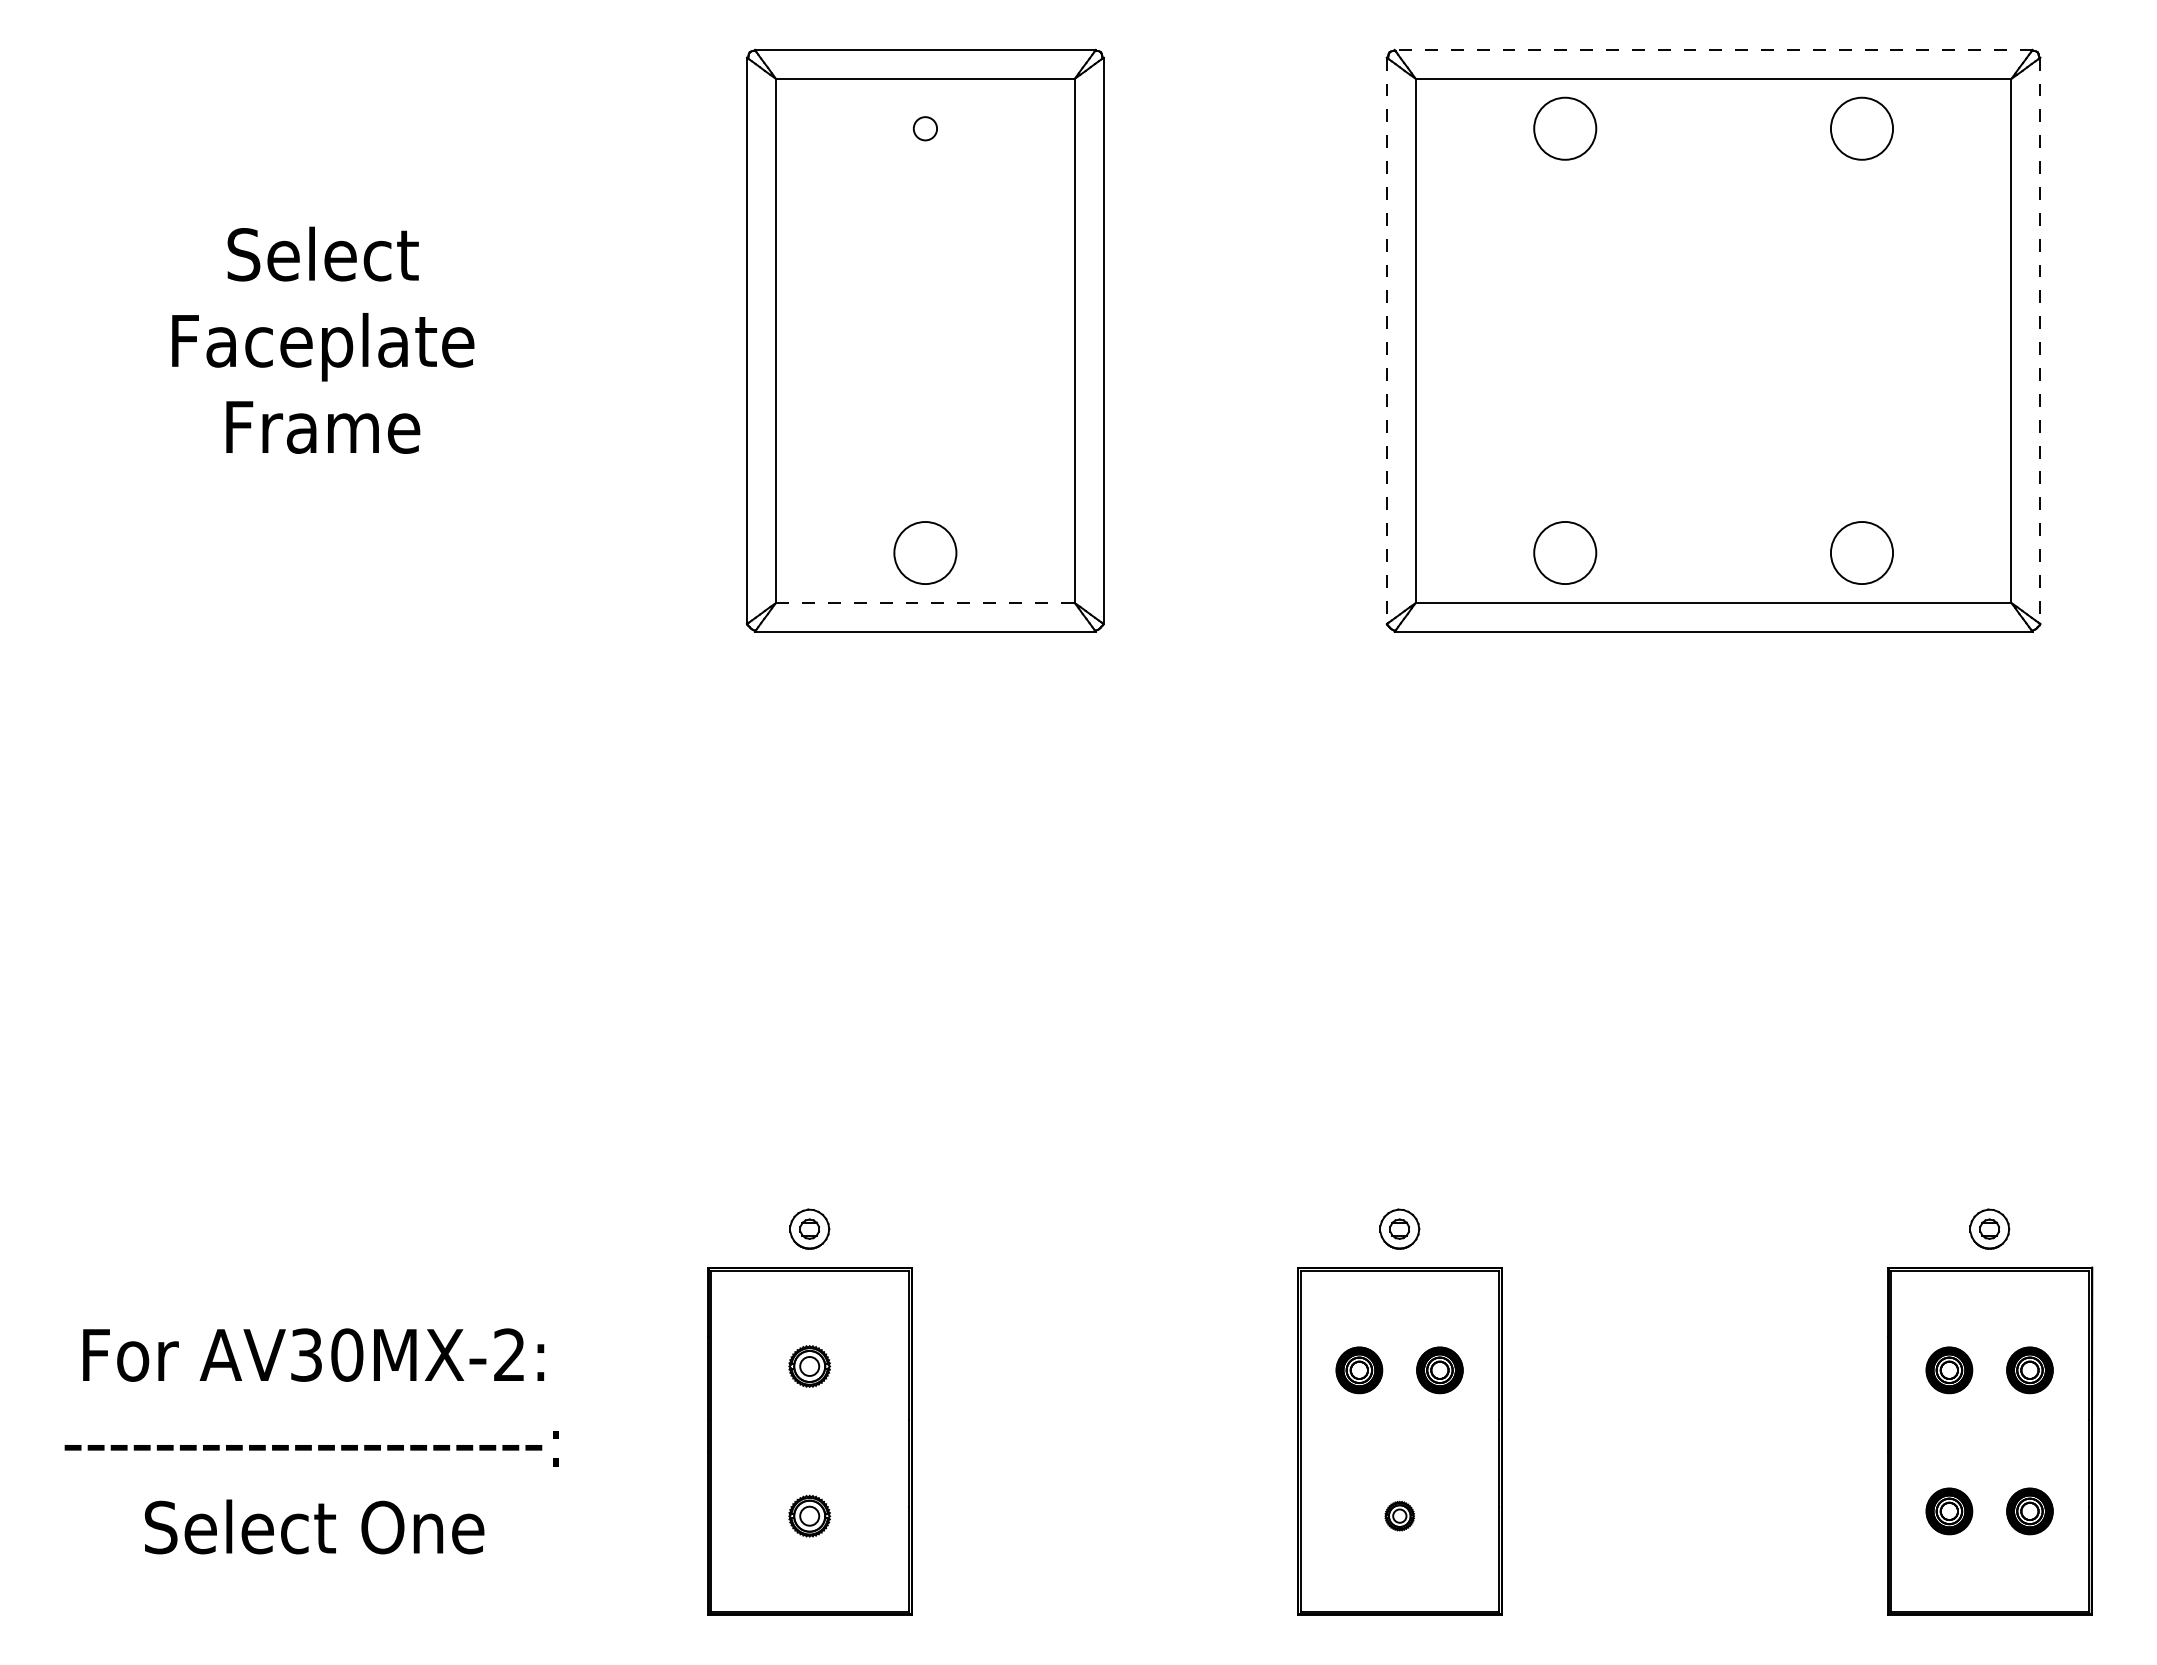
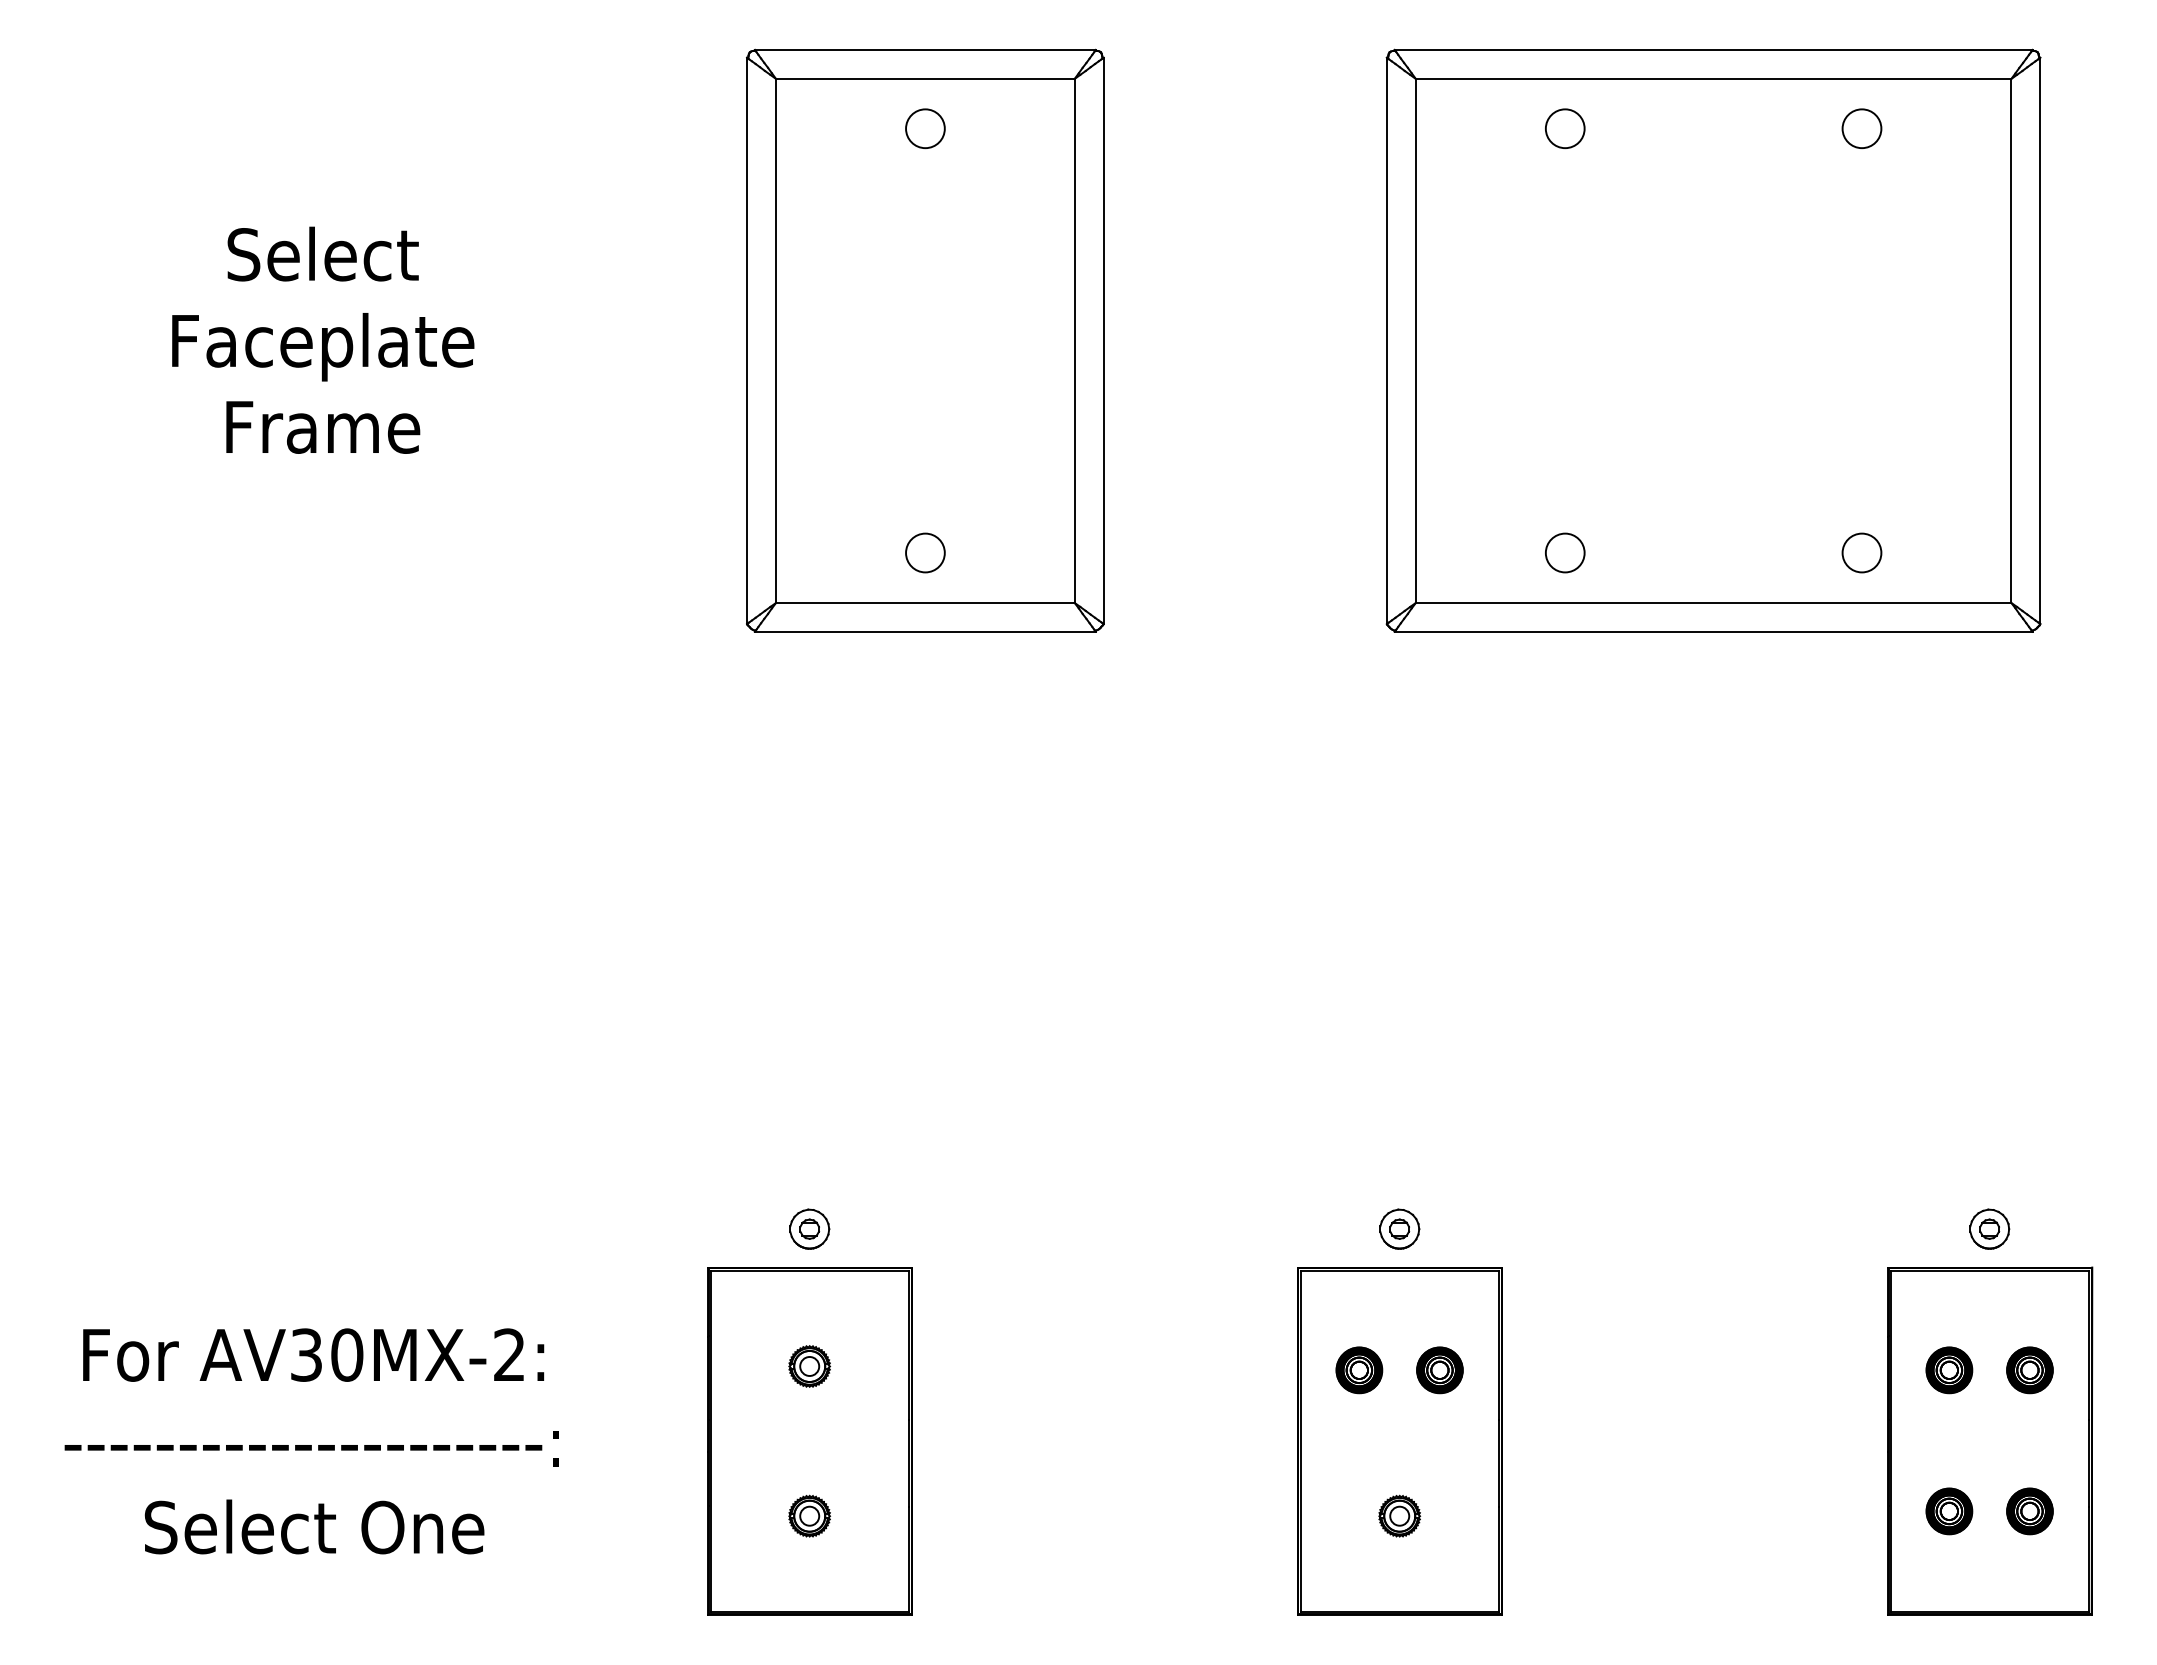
line at (1713, 49): dashed -> solid
circle at (925, 128) diameter: 23 px -> 39 px
circle at (1565, 128) diameter: 62 px -> 39 px
circle at (1861, 128) diameter: 62 px -> 39 px
line at (1386, 341): dashed -> solid
line at (2040, 341): dashed -> solid
circle at (925, 552) size: 65x64 px -> 41x42 px
circle at (1565, 553) diameter: 62 px -> 39 px
circle at (1861, 553) diameter: 62 px -> 39 px
line at (925, 602): dashed -> solid
part at (1399, 1515) size: 32x32 px -> 44x44 px
